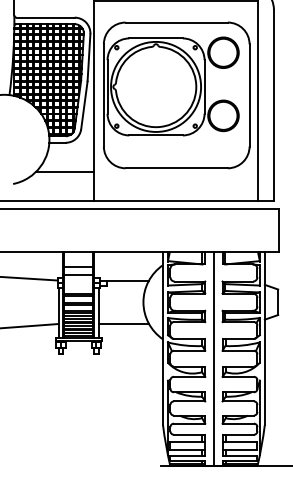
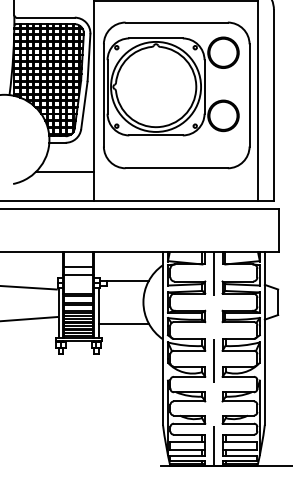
line at (29, 278) position: (29, 278) -> (29, 287)
line at (30, 326) position: (30, 326) -> (29, 319)
line at (213, 359): solid -> dashed
